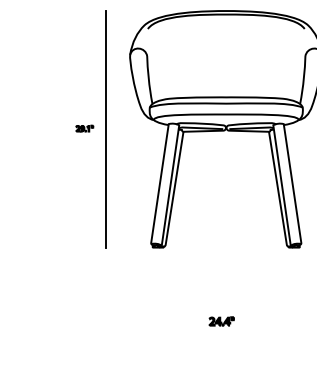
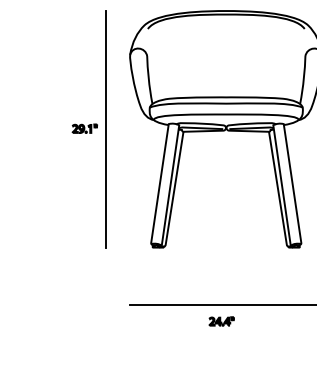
part at (84, 128) size: 20x9 px -> 27x11 px
line at (221, 304): none -> present
